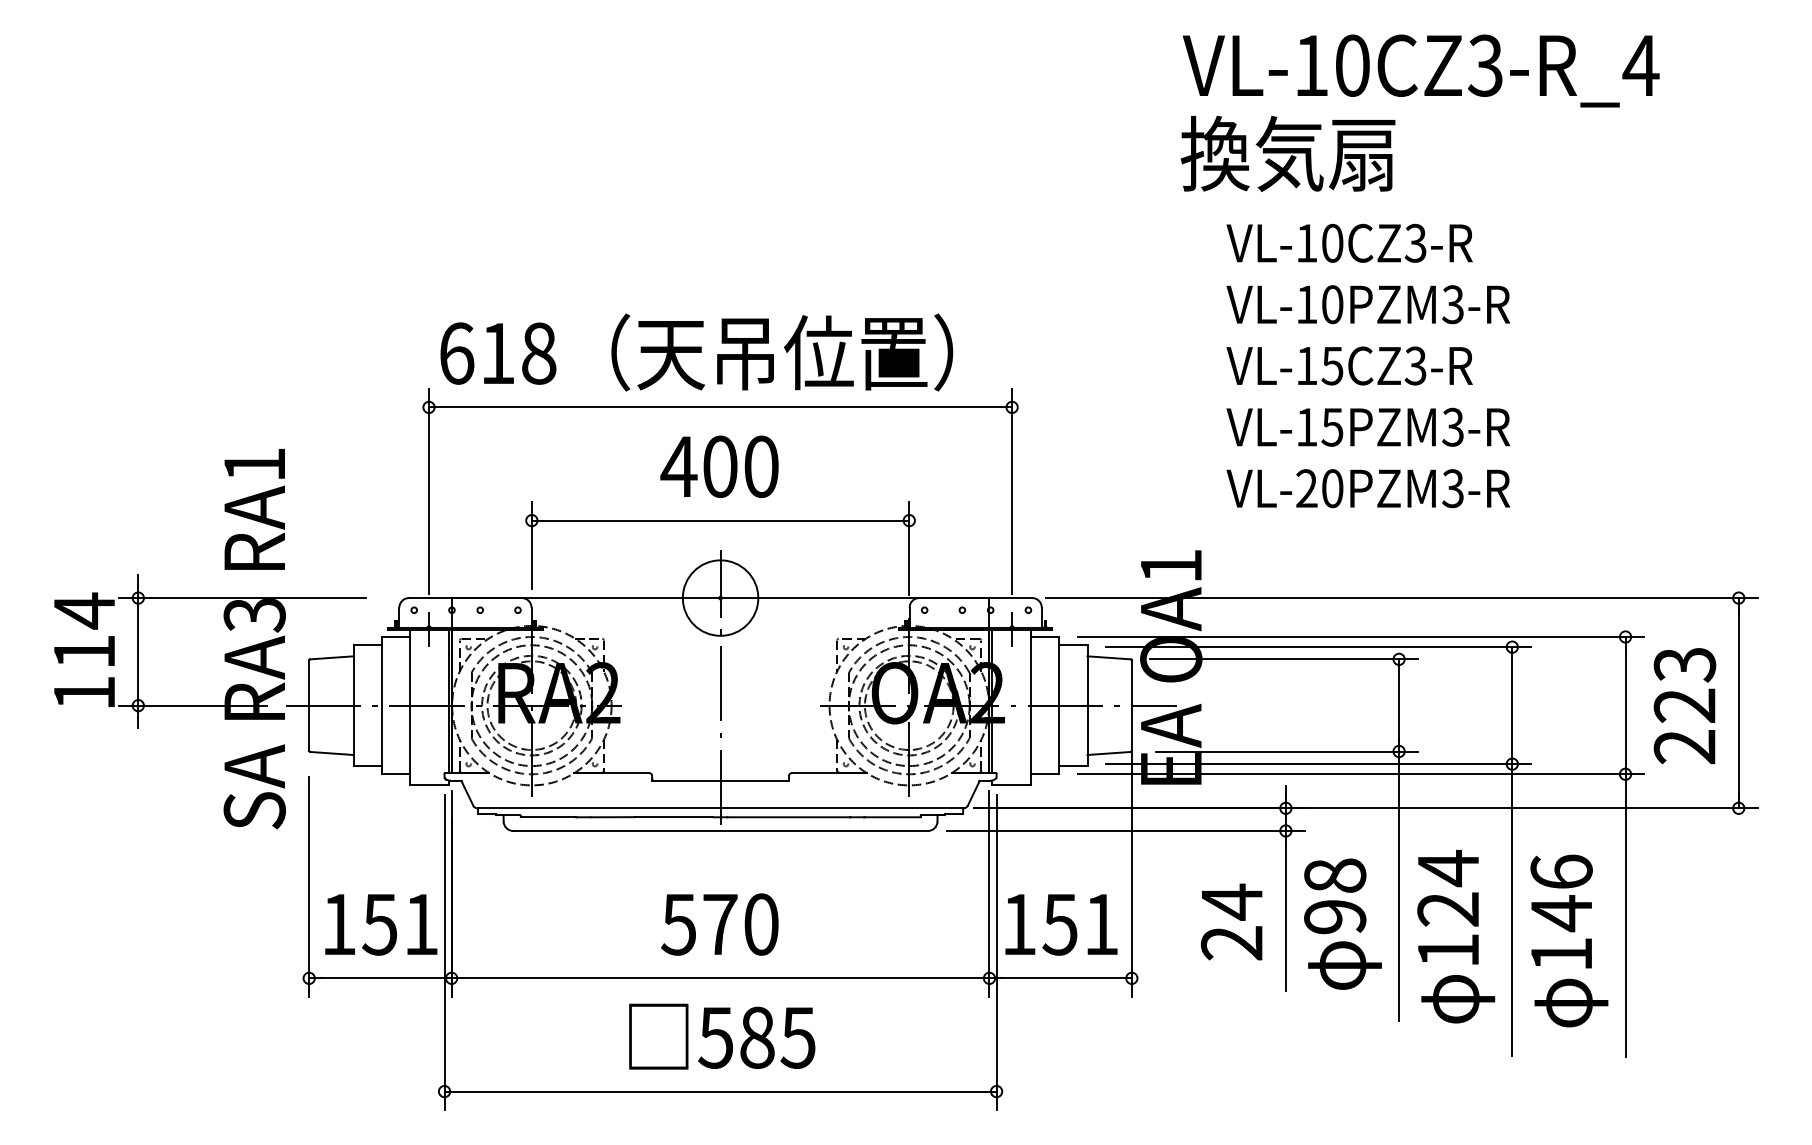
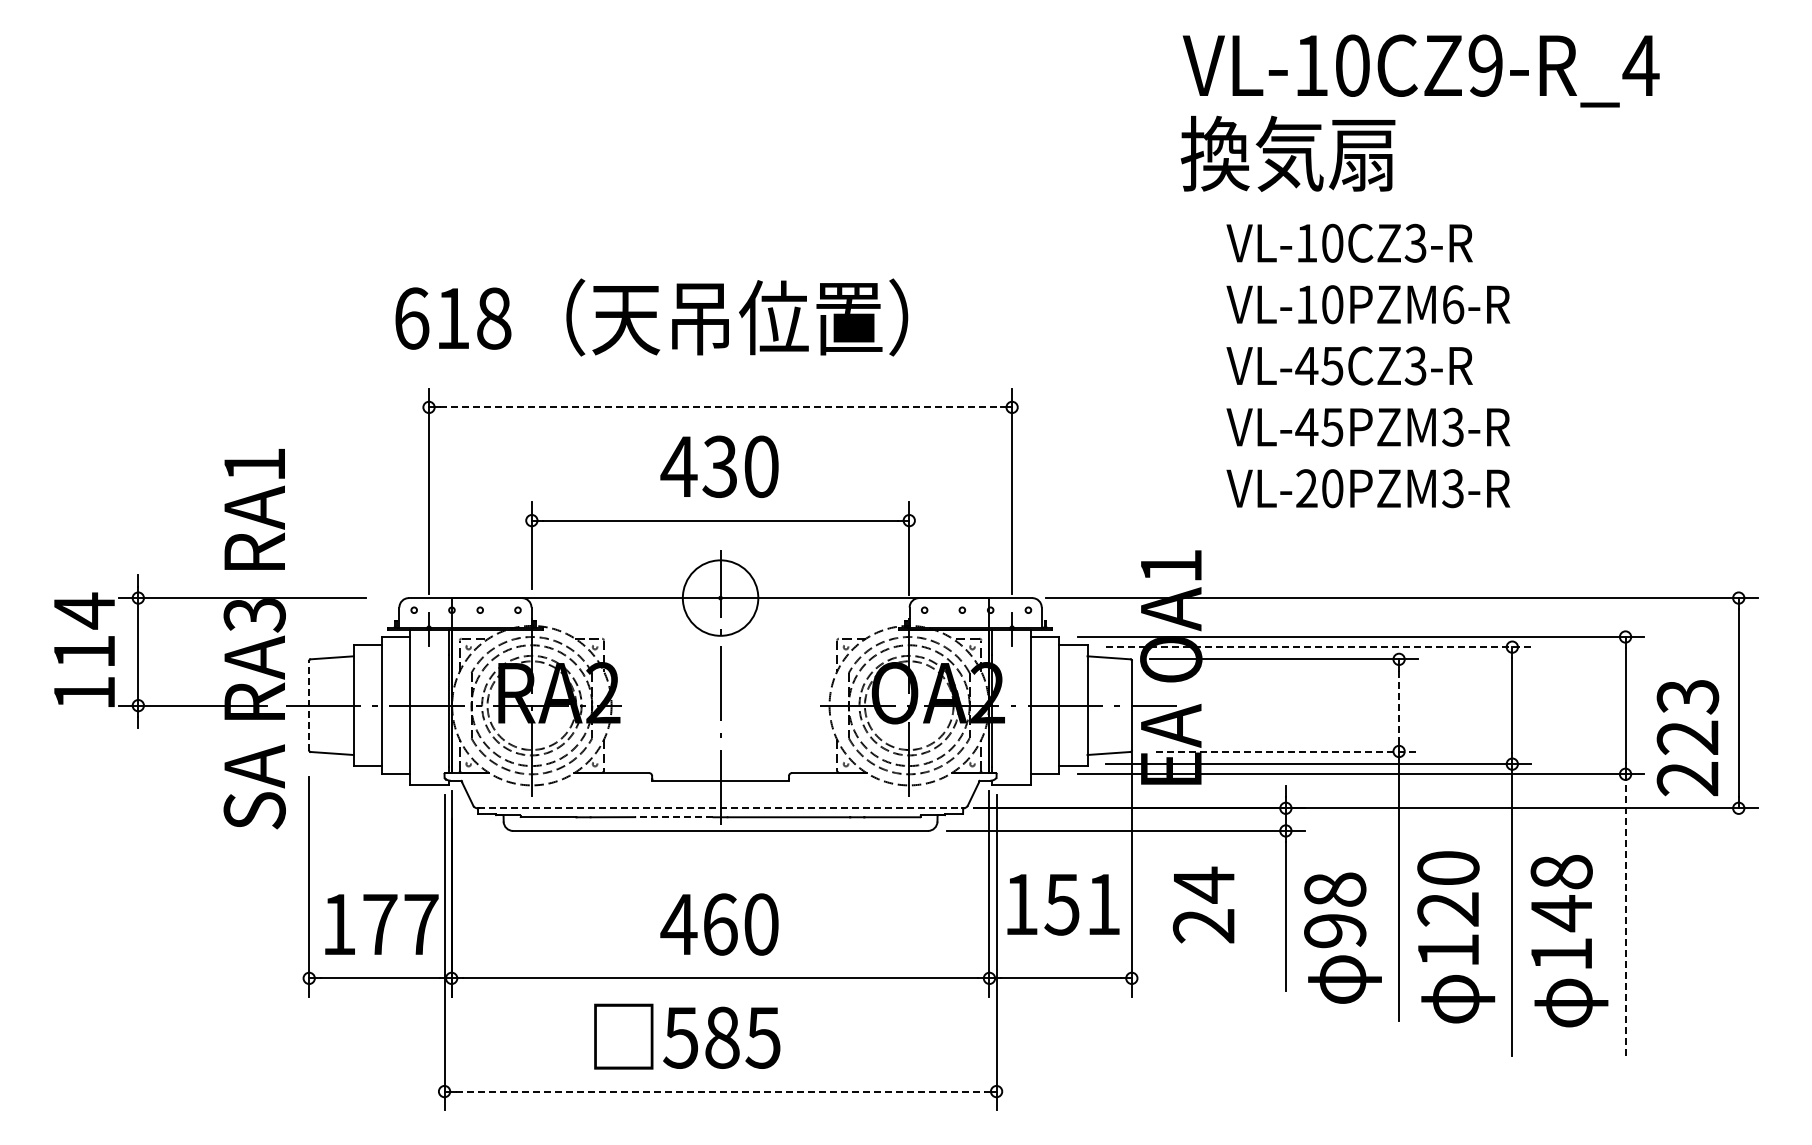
text at (1484, 65): VL-10CZ3-R_4 -> VL-10CZ9-R_4
text at (1453, 304): VL-10PZM3-R -> VL-10PZM6-R
text at (696, 352) position: (696, 352) -> (651, 317)
text at (1306, 365): VL-15CZ3-R -> VL-45CZ3-R
line at (721, 407): solid -> dashed
text at (1306, 427): VL-15PZM3-R -> VL-45PZM3-R
text at (719, 466): 400 -> 430
line at (1319, 647): solid -> dashed
line at (309, 705): solid -> dashed
line at (1399, 705): solid -> dashed
text at (1684, 706) position: (1684, 706) -> (1687, 738)
line at (1287, 751): solid -> dashed
line at (721, 808): solid -> dashed
line at (673, 817): solid -> dashed
text at (1448, 868): 124 -> 120
text at (1561, 871): 146 -> 148
line at (1625, 916): solid -> dashed
text at (1231, 921) position: (1231, 921) -> (1203, 904)
text at (1342, 923) position: (1342, 923) -> (1342, 937)
text at (400, 924): 151 -> 177
text at (698, 924): 570 -> 460
text at (1061, 924) position: (1061, 924) -> (1063, 904)
text at (722, 1036) position: (722, 1036) -> (687, 1036)
line at (720, 1091): solid -> dashed
